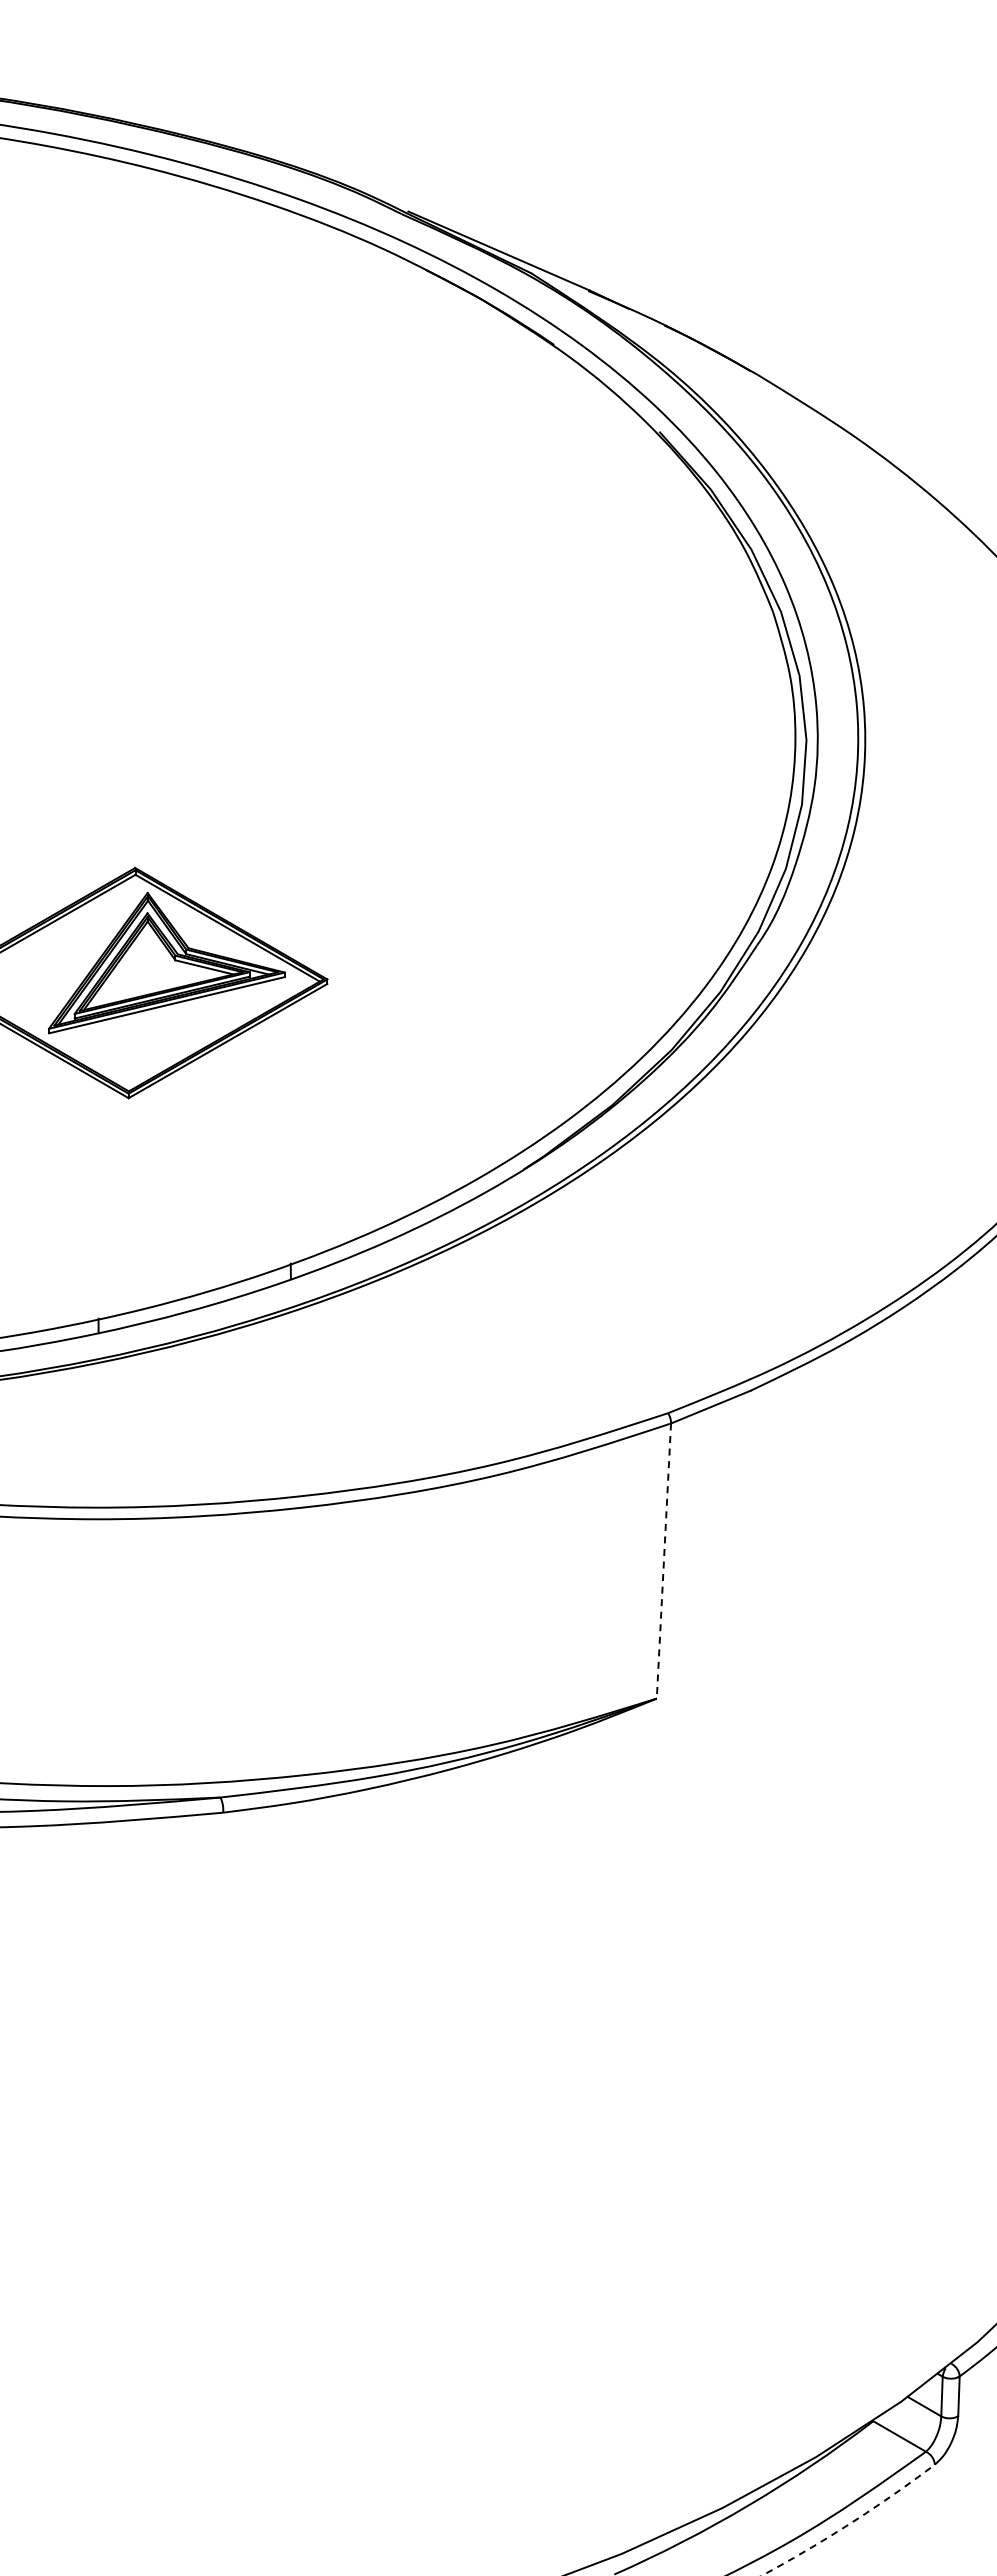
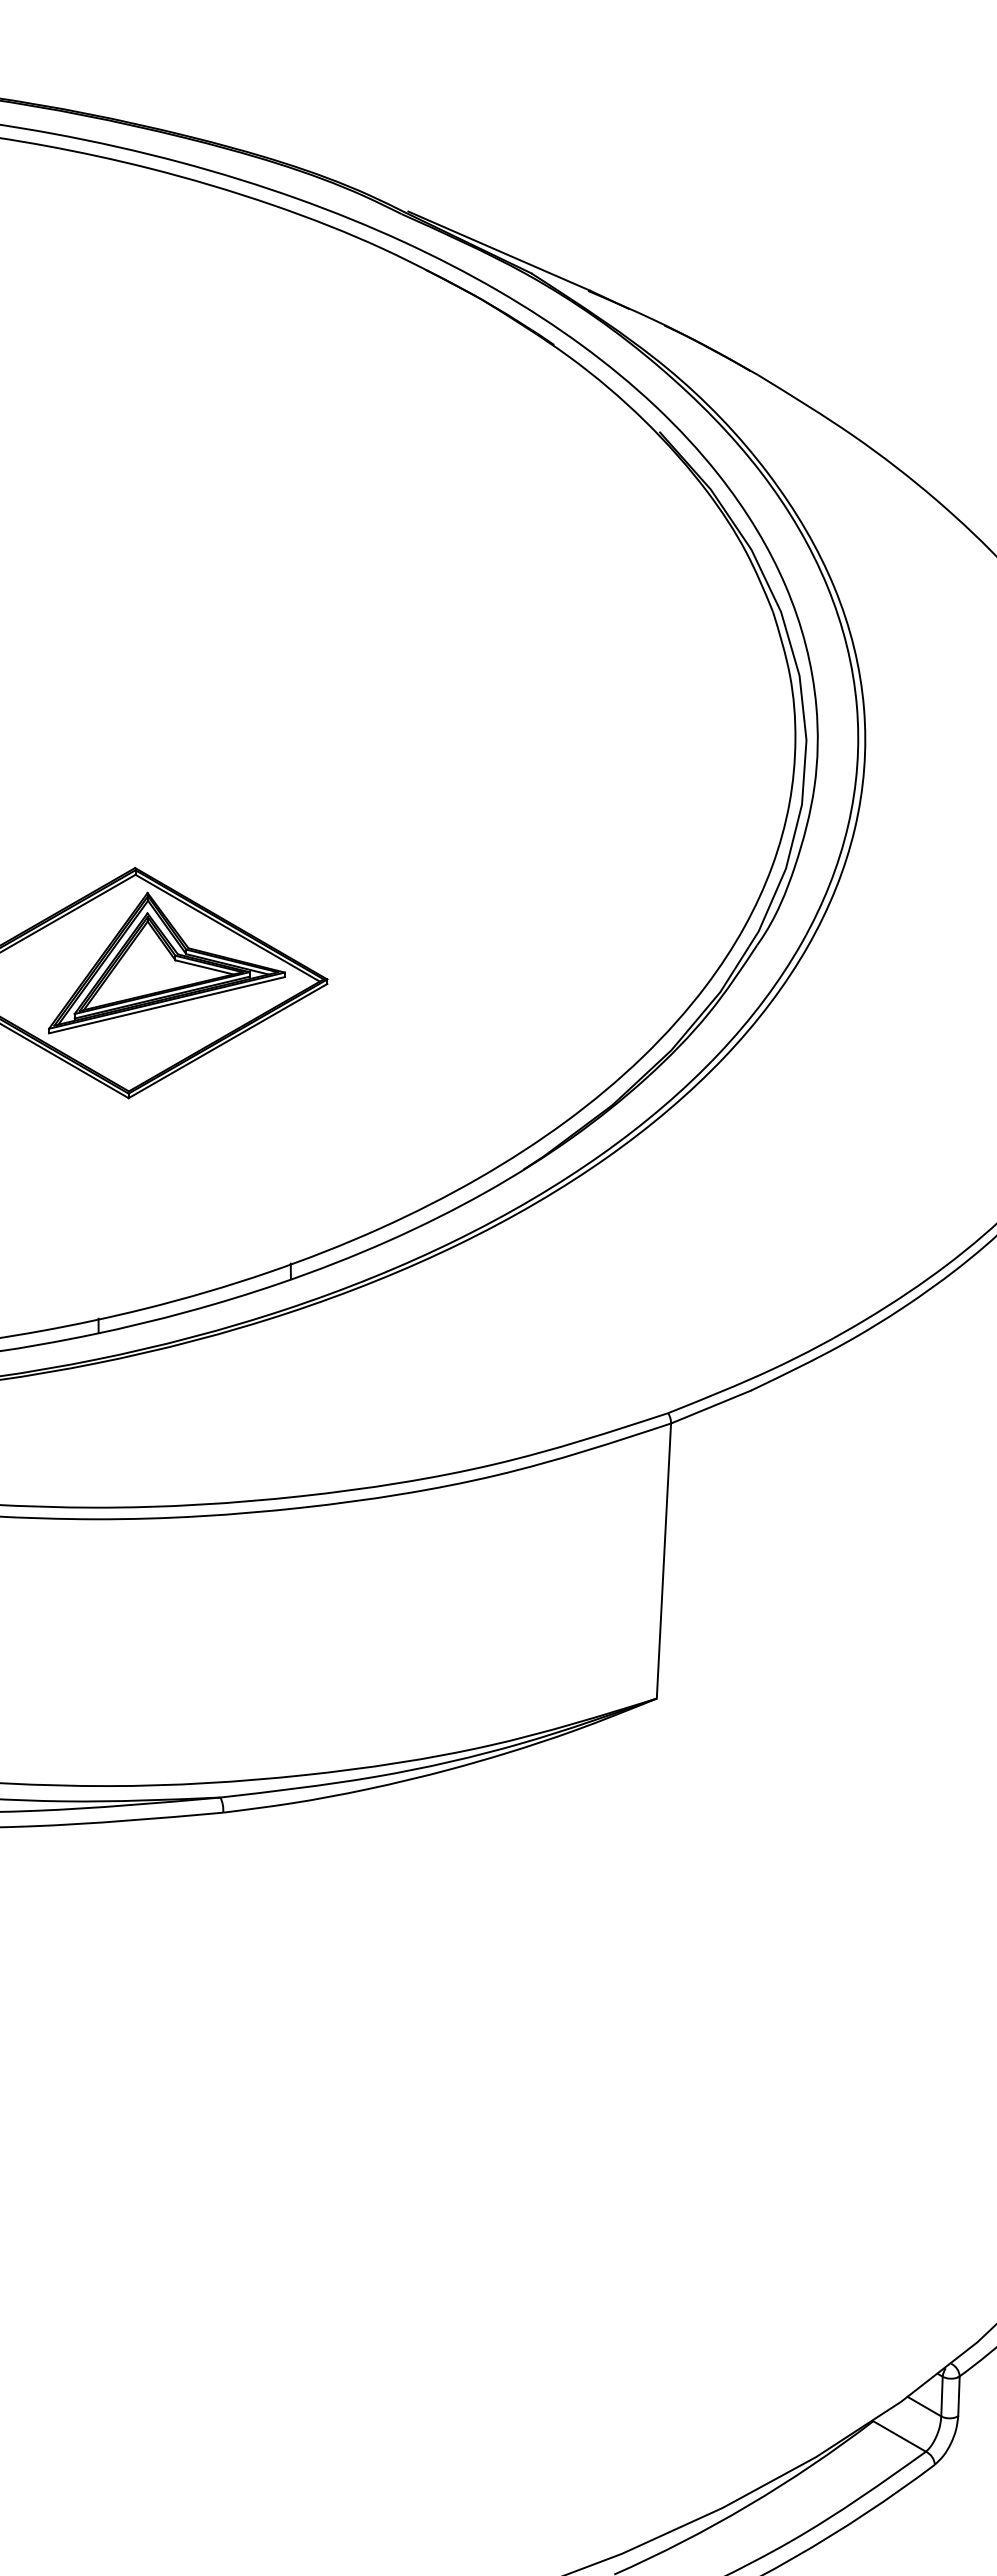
line at (663, 1561): dashed -> solid
arc at (850, 2523): dashed -> solid
